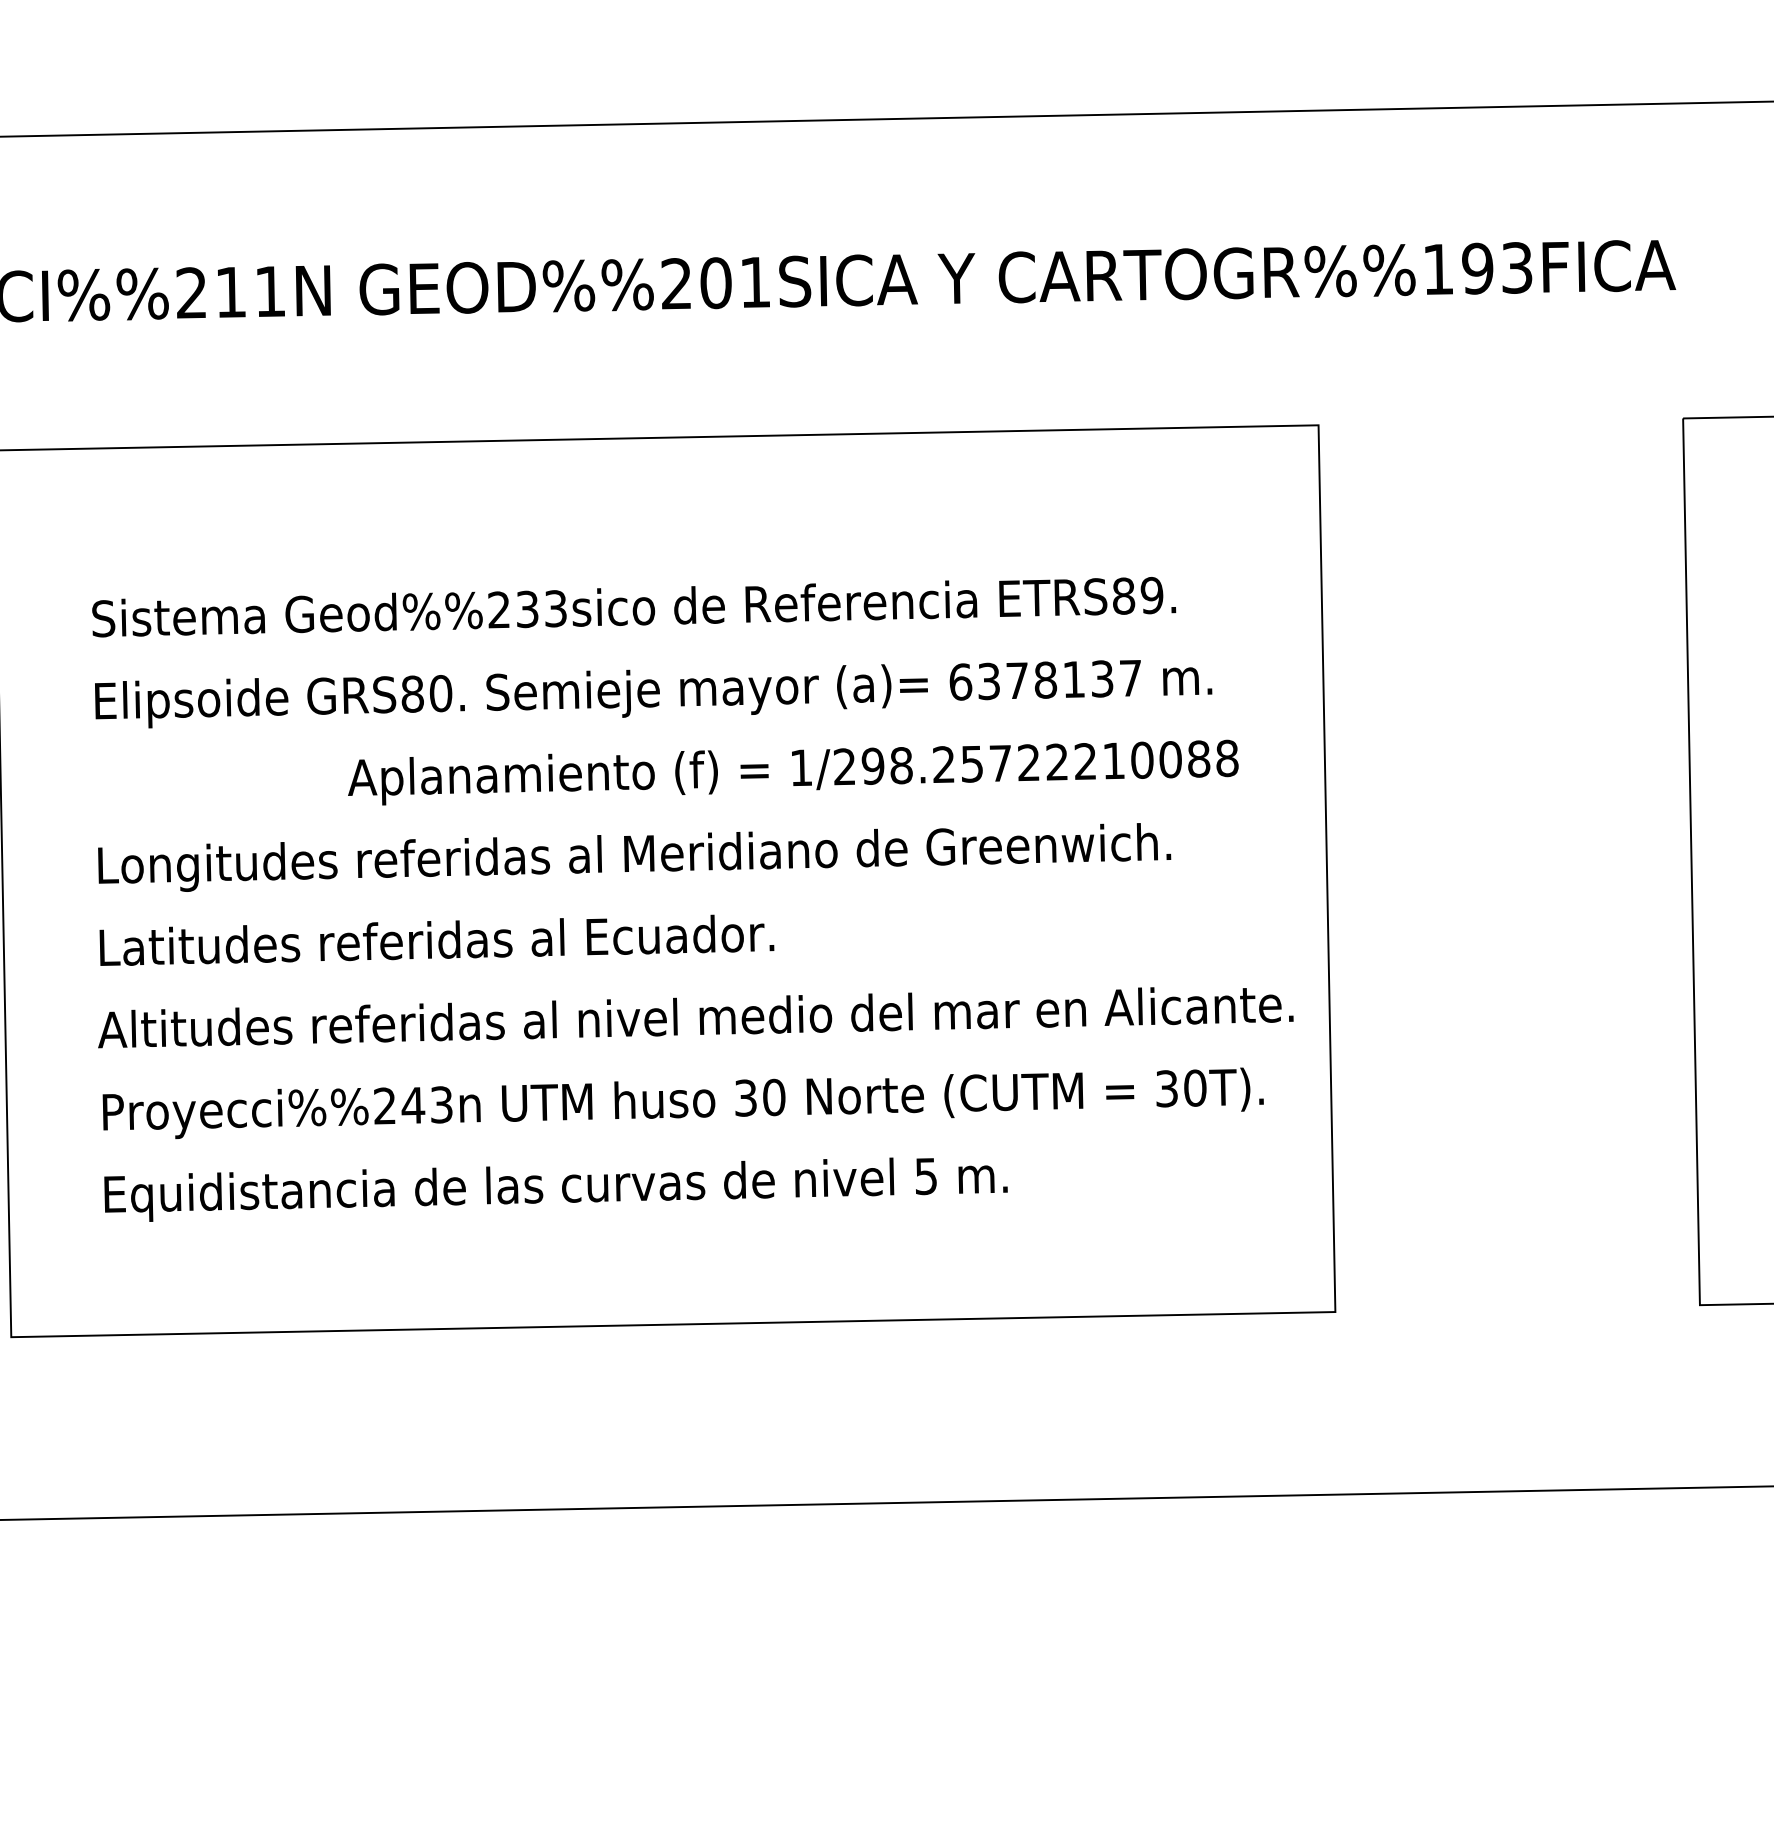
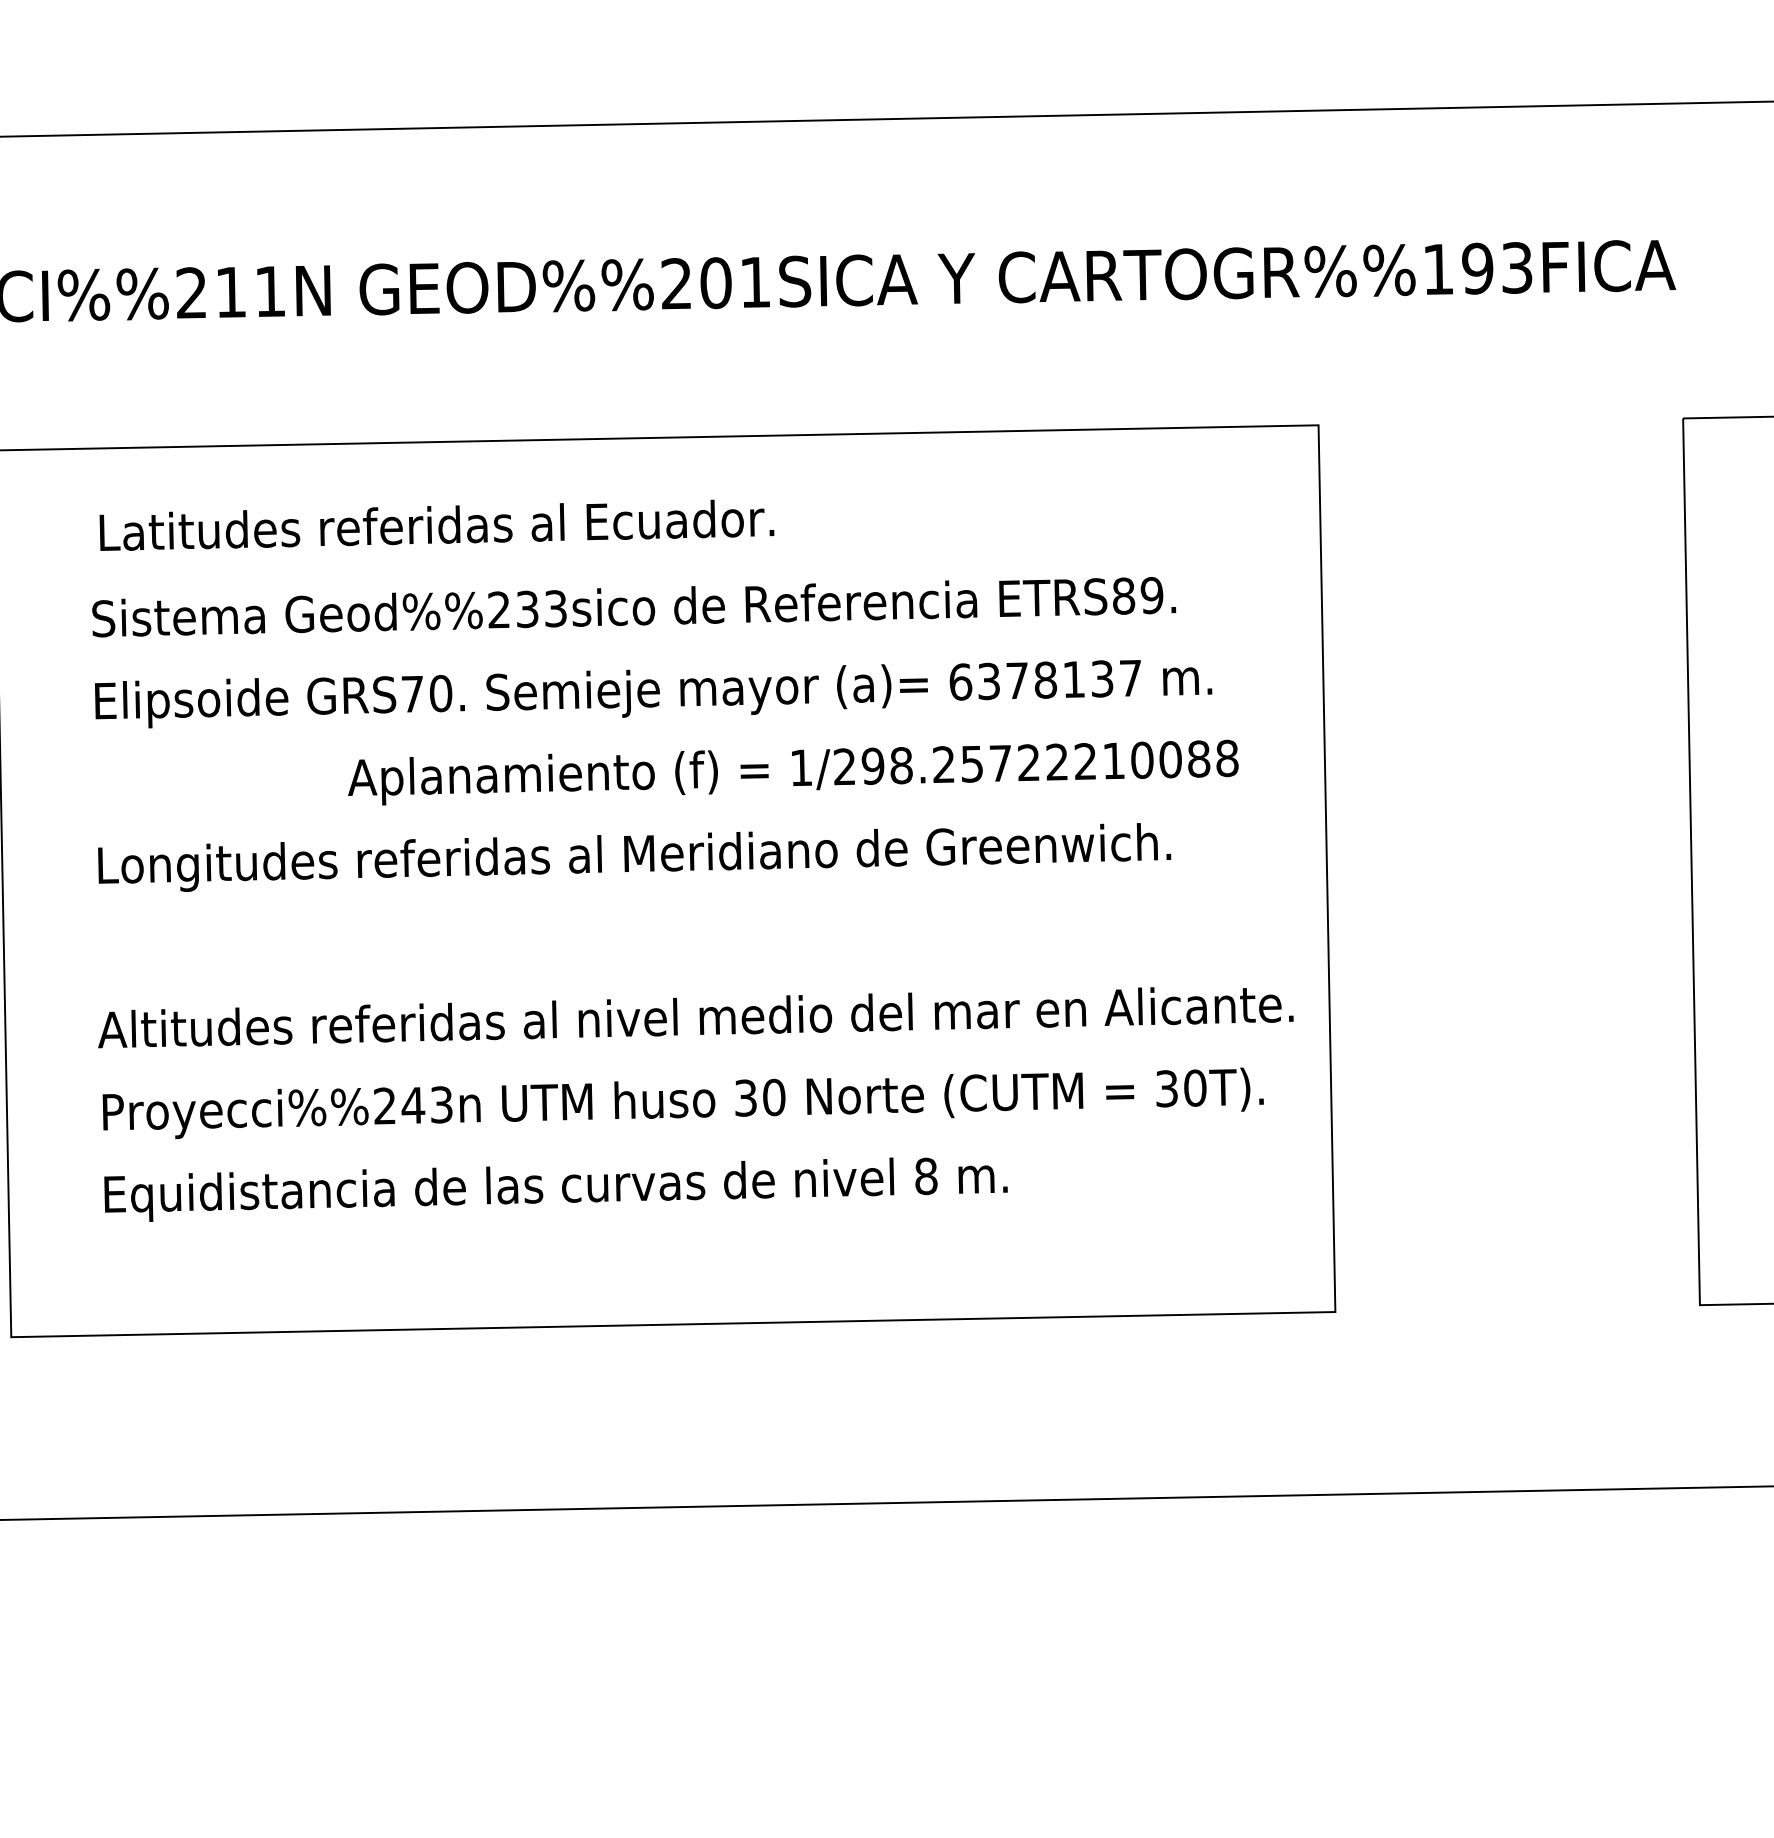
text at (412, 693): GRS80. -> GRS70.
text at (436, 939) position: (436, 939) -> (436, 524)
text at (926, 1176): 5 -> 8
